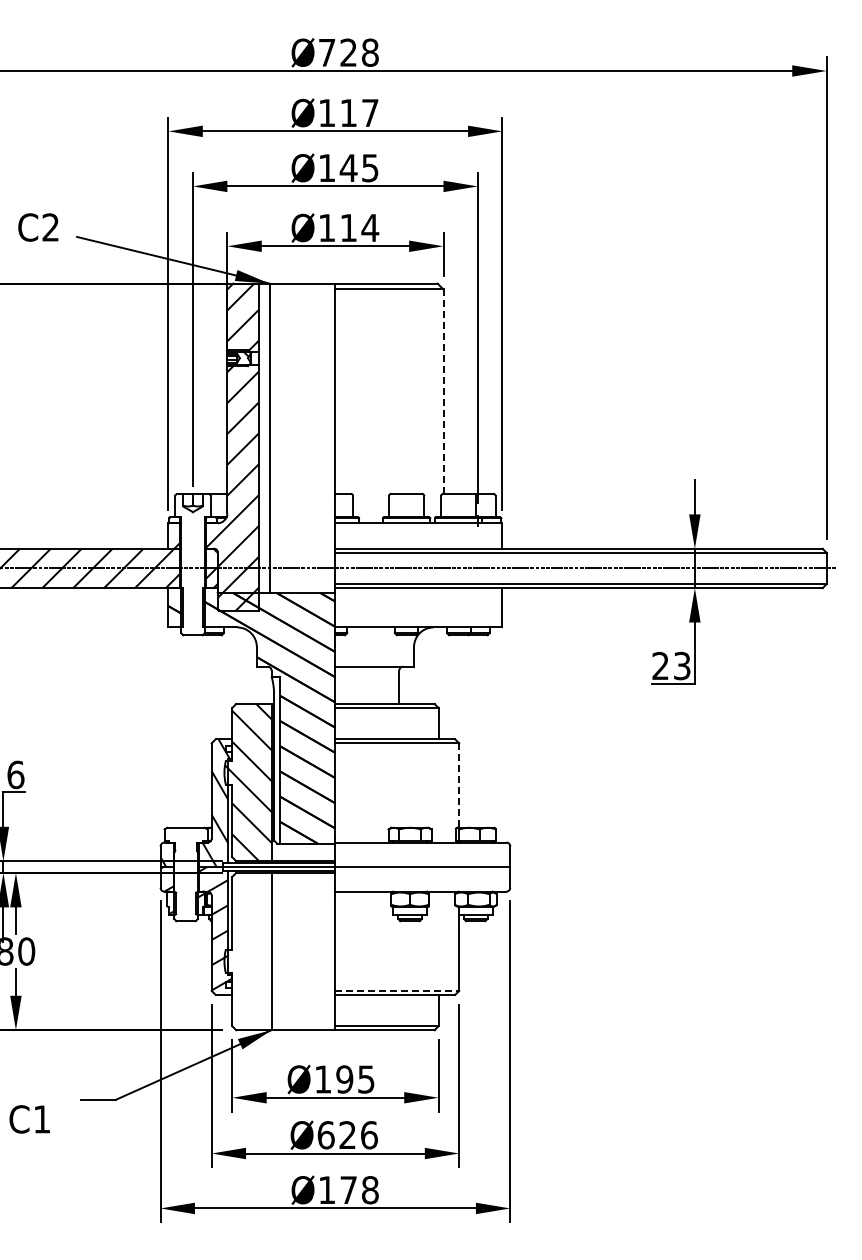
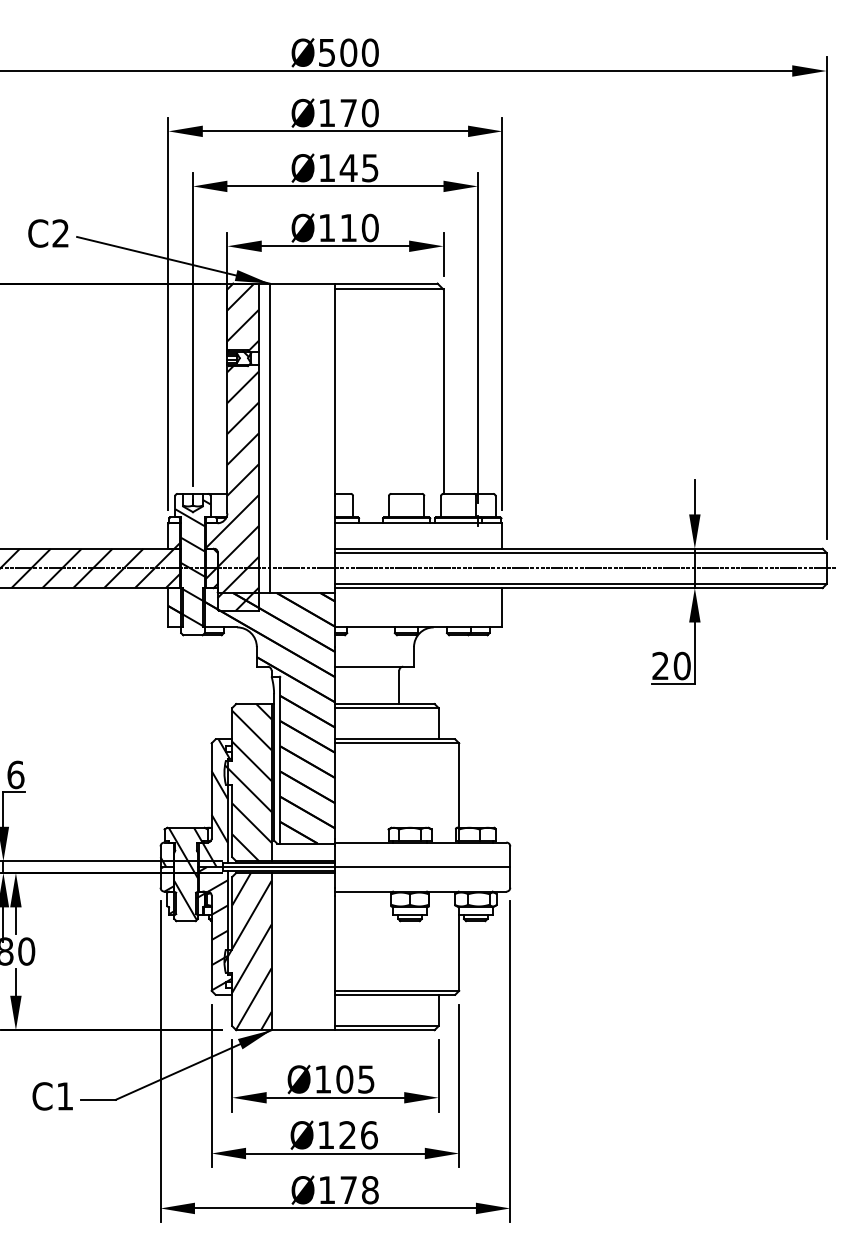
text at (348, 52): Ø728 -> Ø500
text at (359, 112): Ø117 -> Ø170
text at (38, 227) position: (38, 227) -> (48, 233)
text at (370, 227): Ø114 -> Ø110
line at (443, 391): dashed -> solid
hatch at (192, 563): none -> present
text at (681, 665): 23 -> 20
line at (459, 786): dashed -> solid
hatch at (185, 873): none -> present
hatch at (247, 951): none -> present
line at (397, 990): dashed -> solid
text at (344, 1079): Ø195 -> Ø105
text at (29, 1119) position: (29, 1119) -> (52, 1096)
text at (325, 1135): Ø626 -> Ø126
